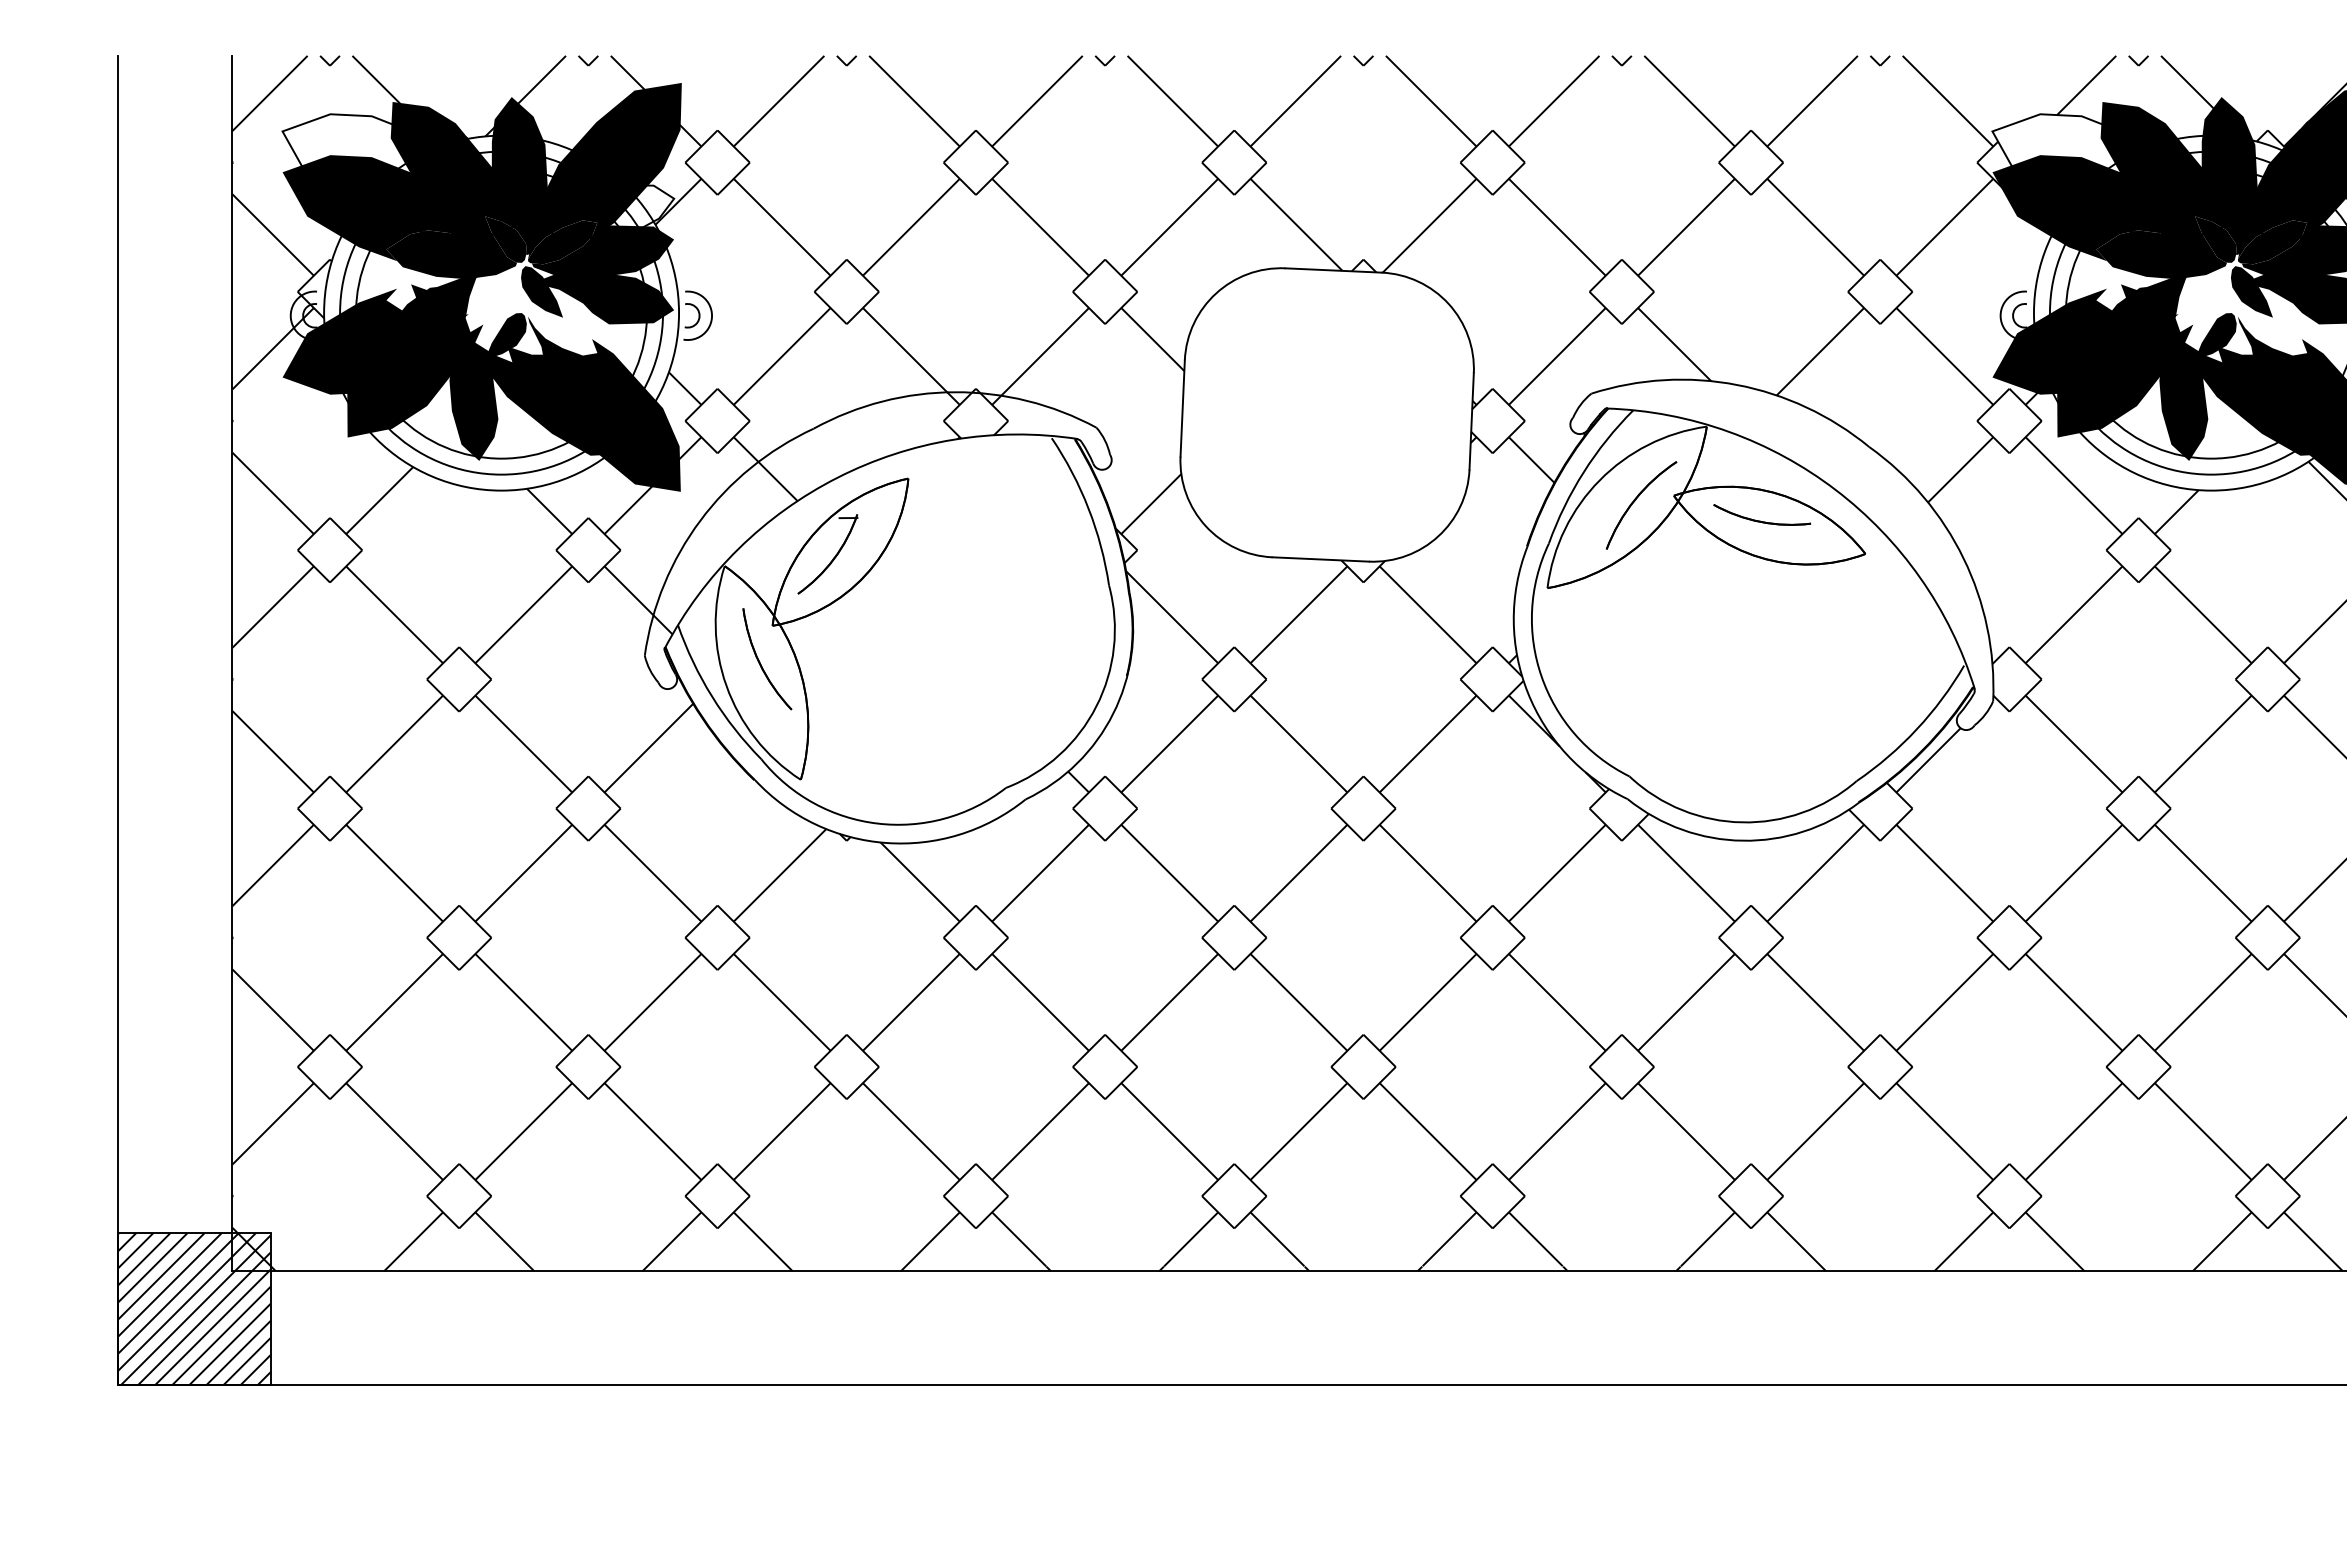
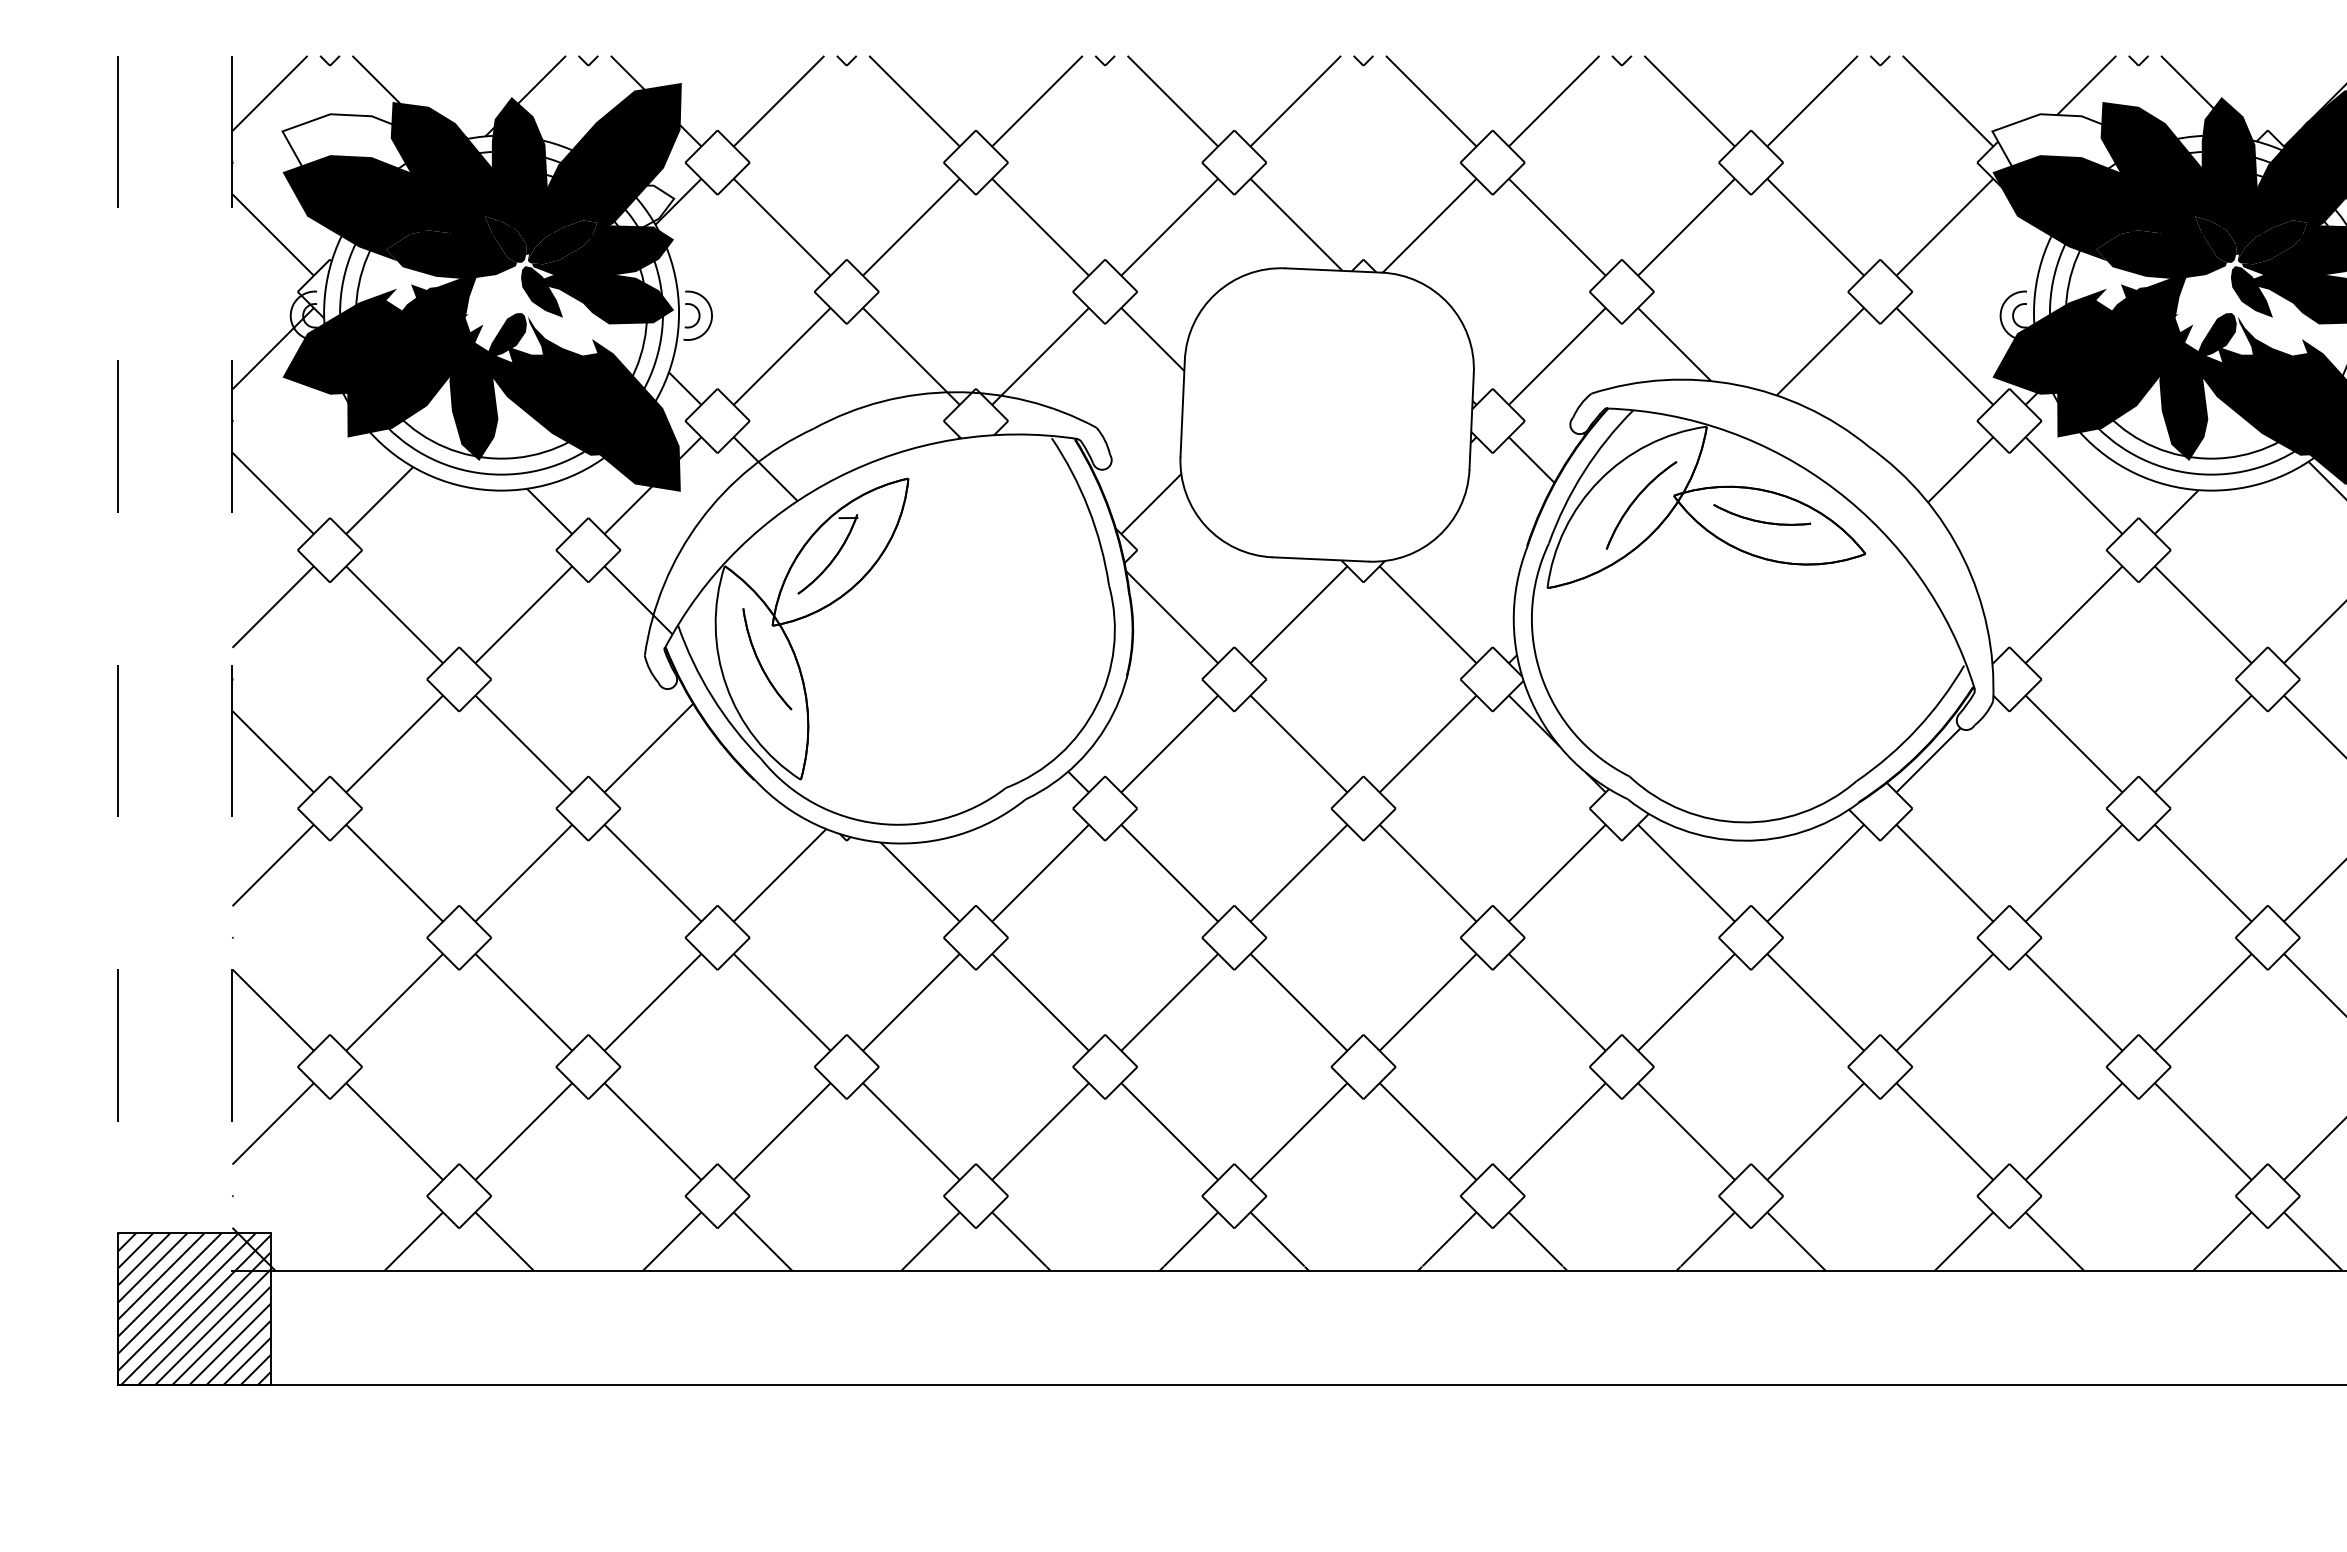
line at (232, 663): solid -> dashed
line at (118, 720): solid -> dashed
